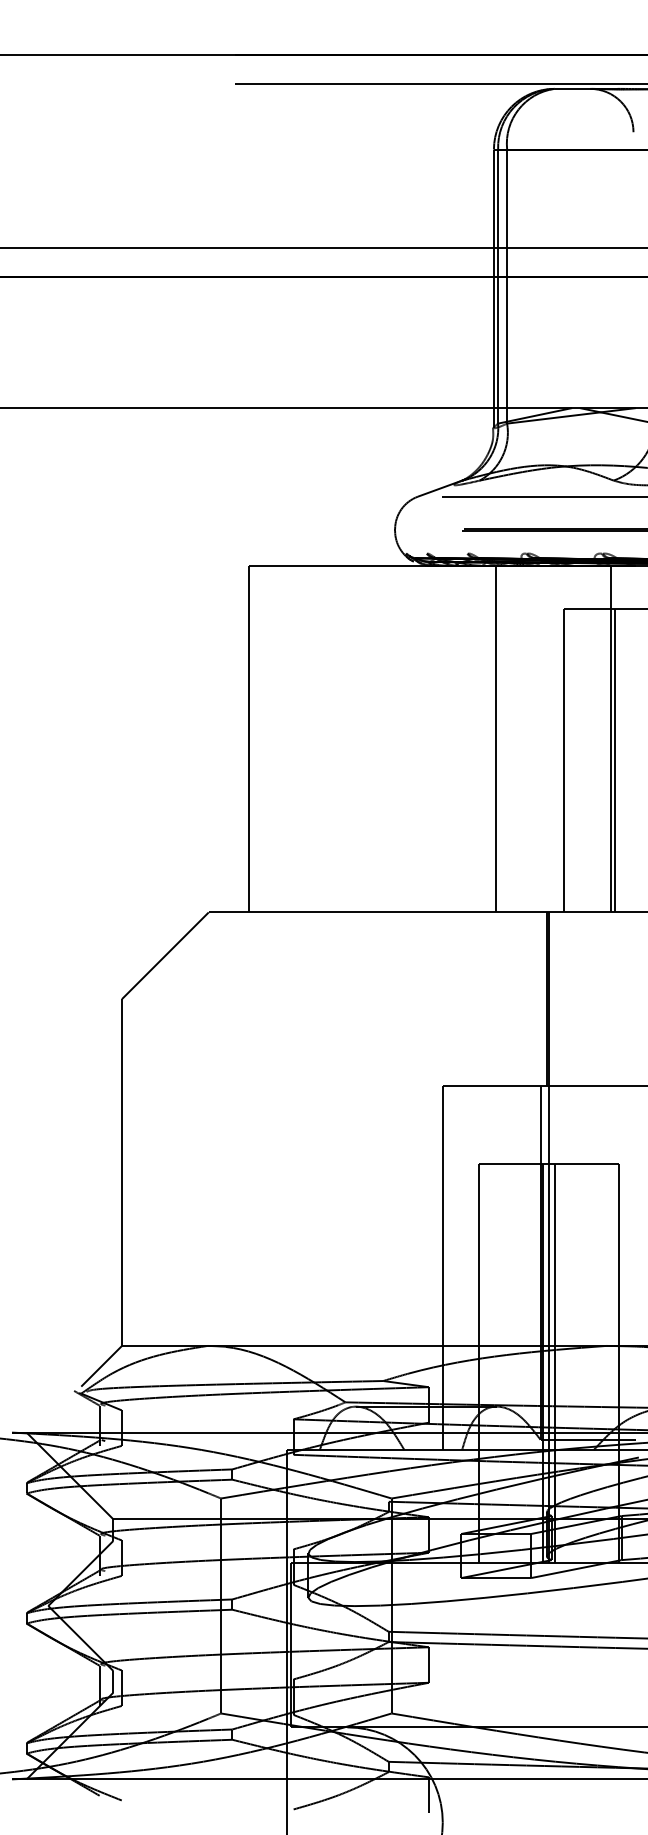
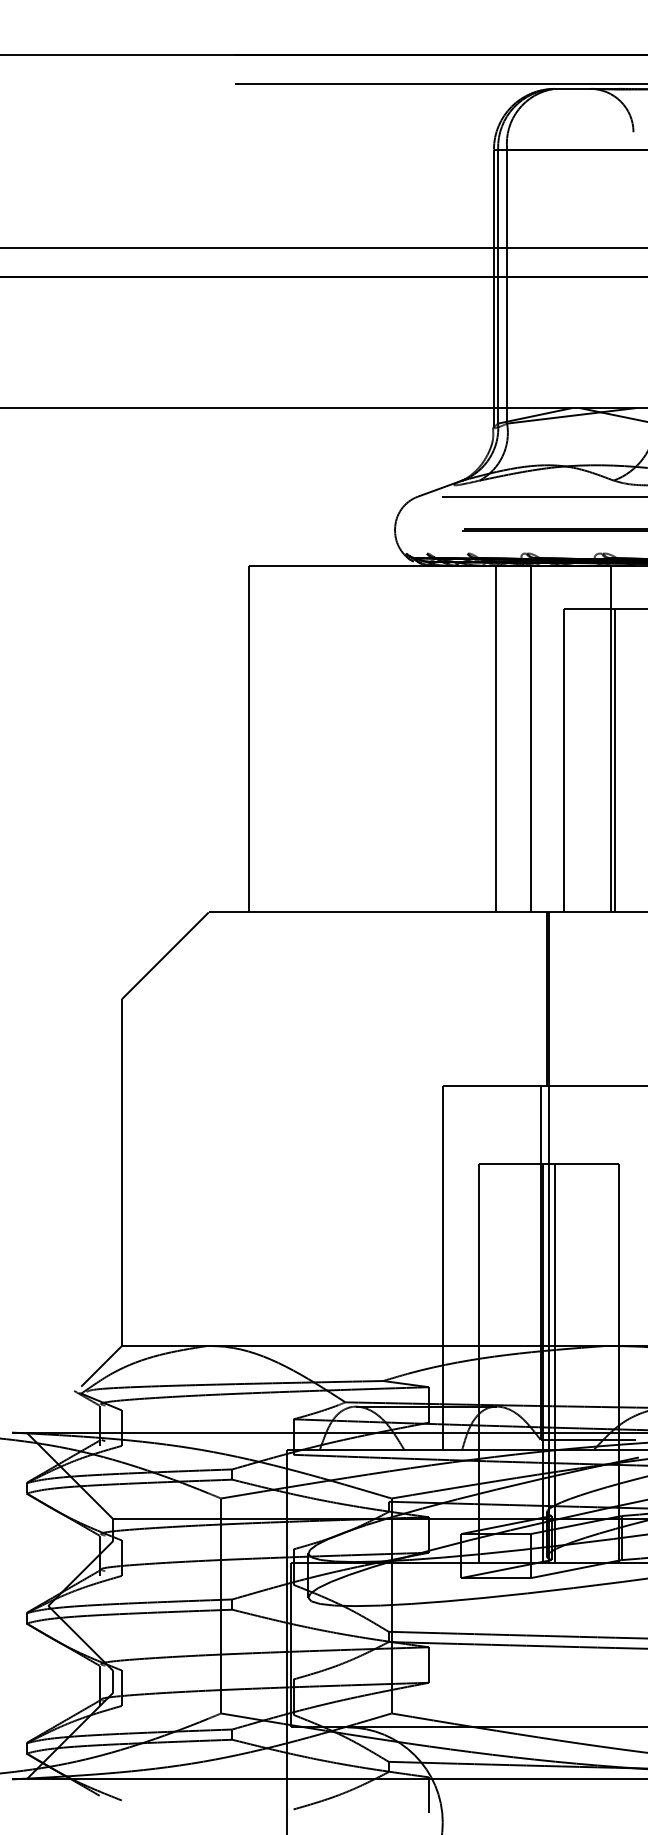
line at (530, 738): none -> present
